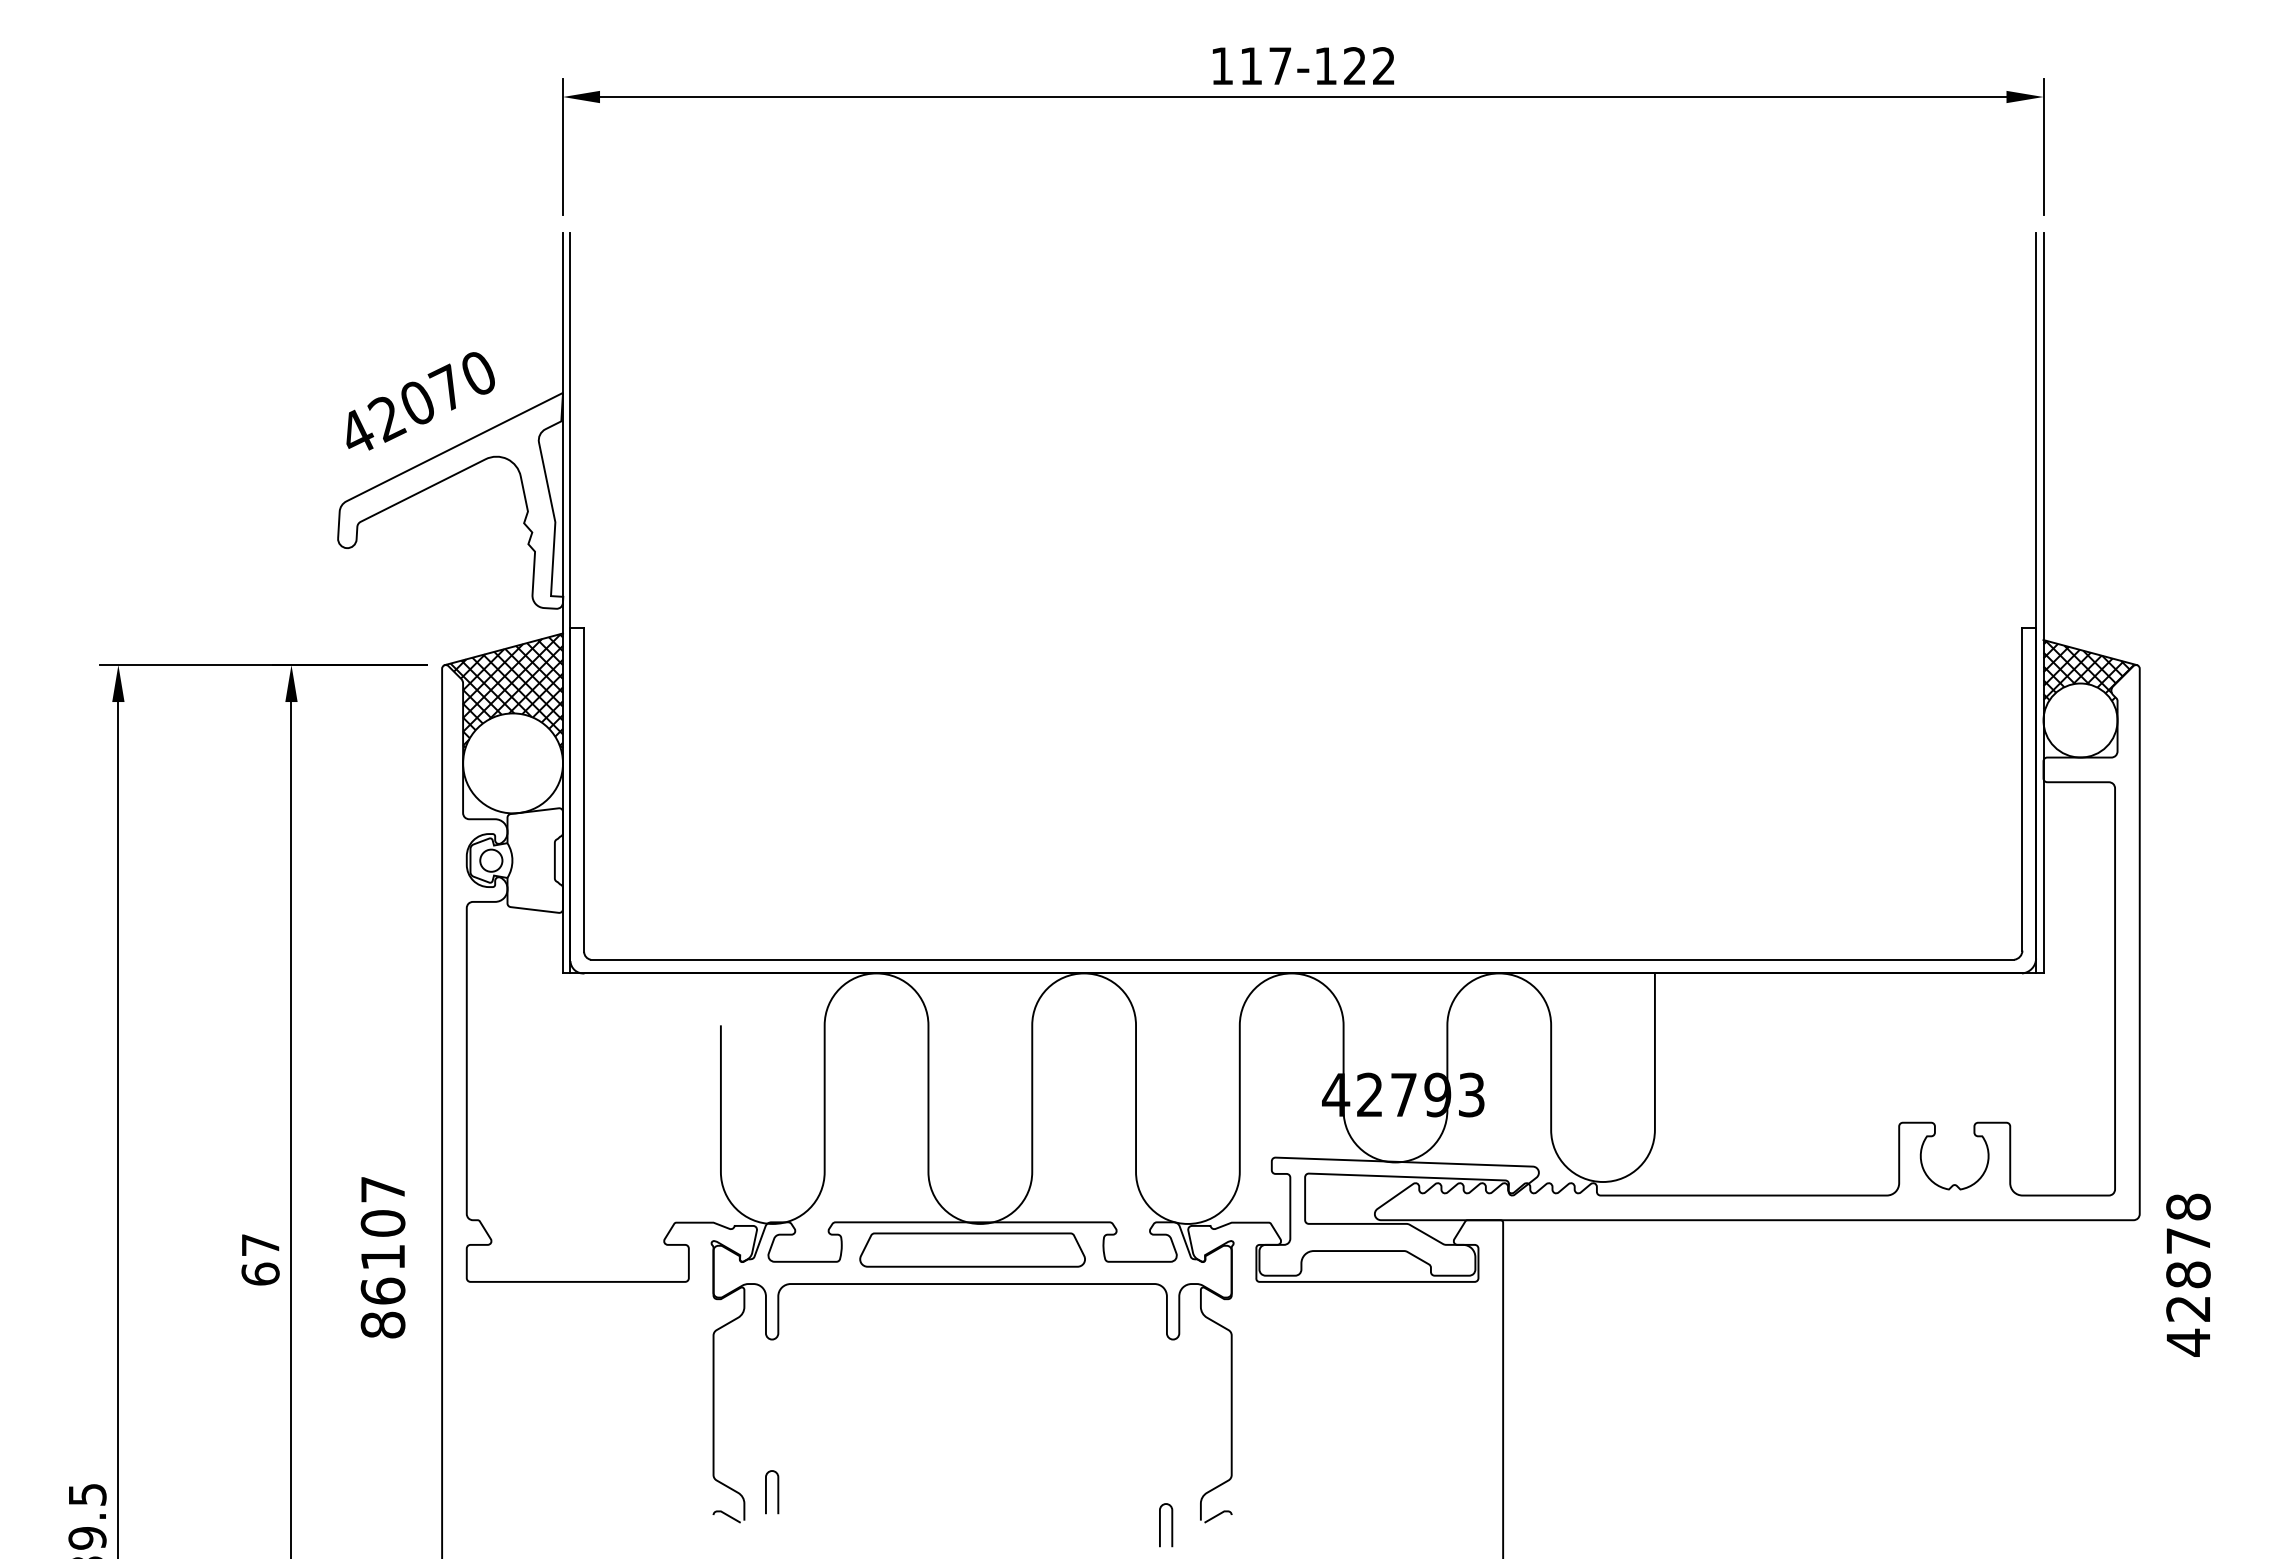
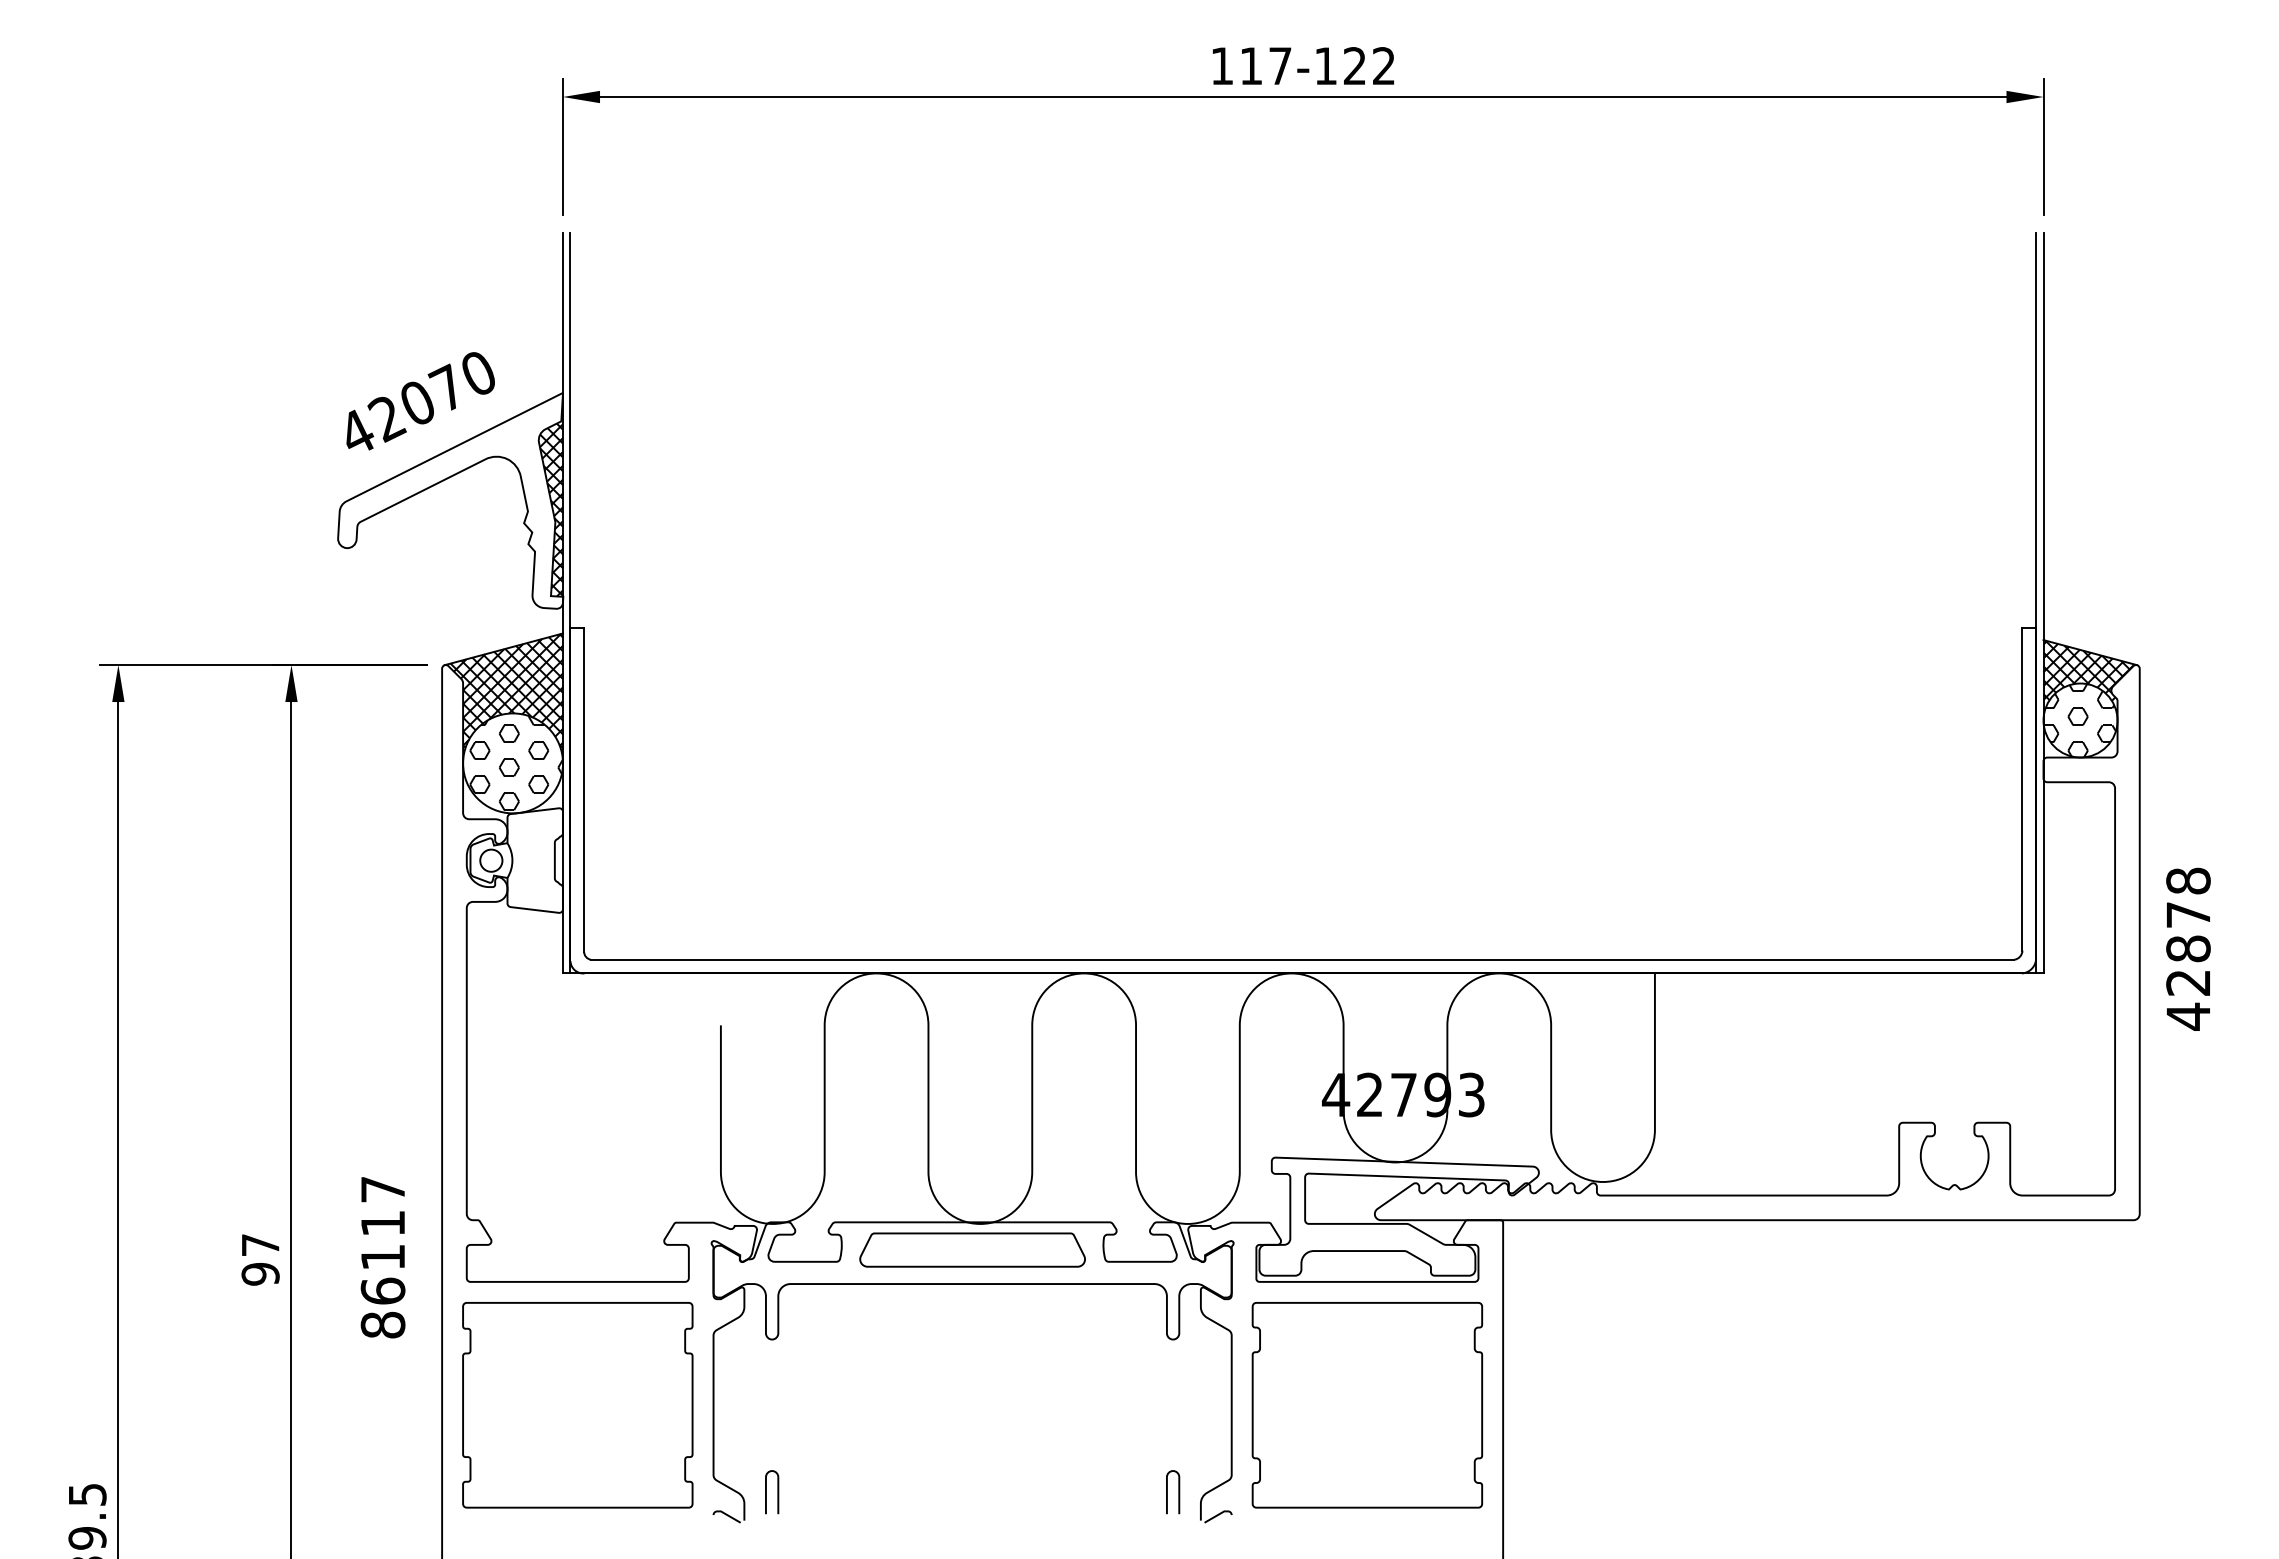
hatch at (551, 496): none -> present
hatch at (2079, 720): none -> present
hatch at (516, 763): none -> present
text at (382, 1223): 86107 -> 86117
text at (260, 1273): 67 -> 97
text at (2188, 1274) position: (2188, 1274) -> (2188, 948)
part at (577, 1405): none -> present
part at (1367, 1405): none -> present
curve at (1171, 1525) position: (1171, 1525) -> (1178, 1492)
